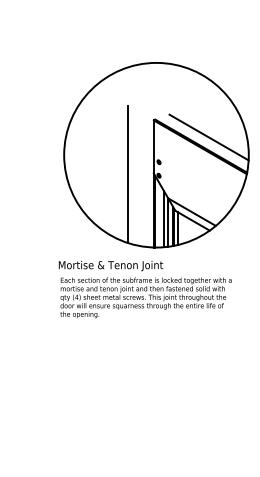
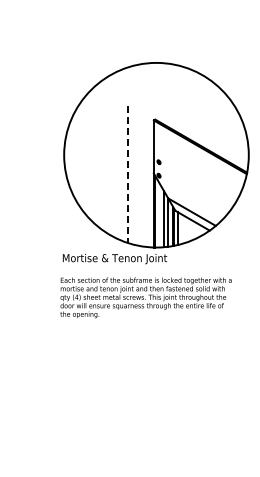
line at (208, 137): present -> none
line at (128, 174): solid -> dashed
text at (110, 266) position: (110, 266) -> (114, 259)
